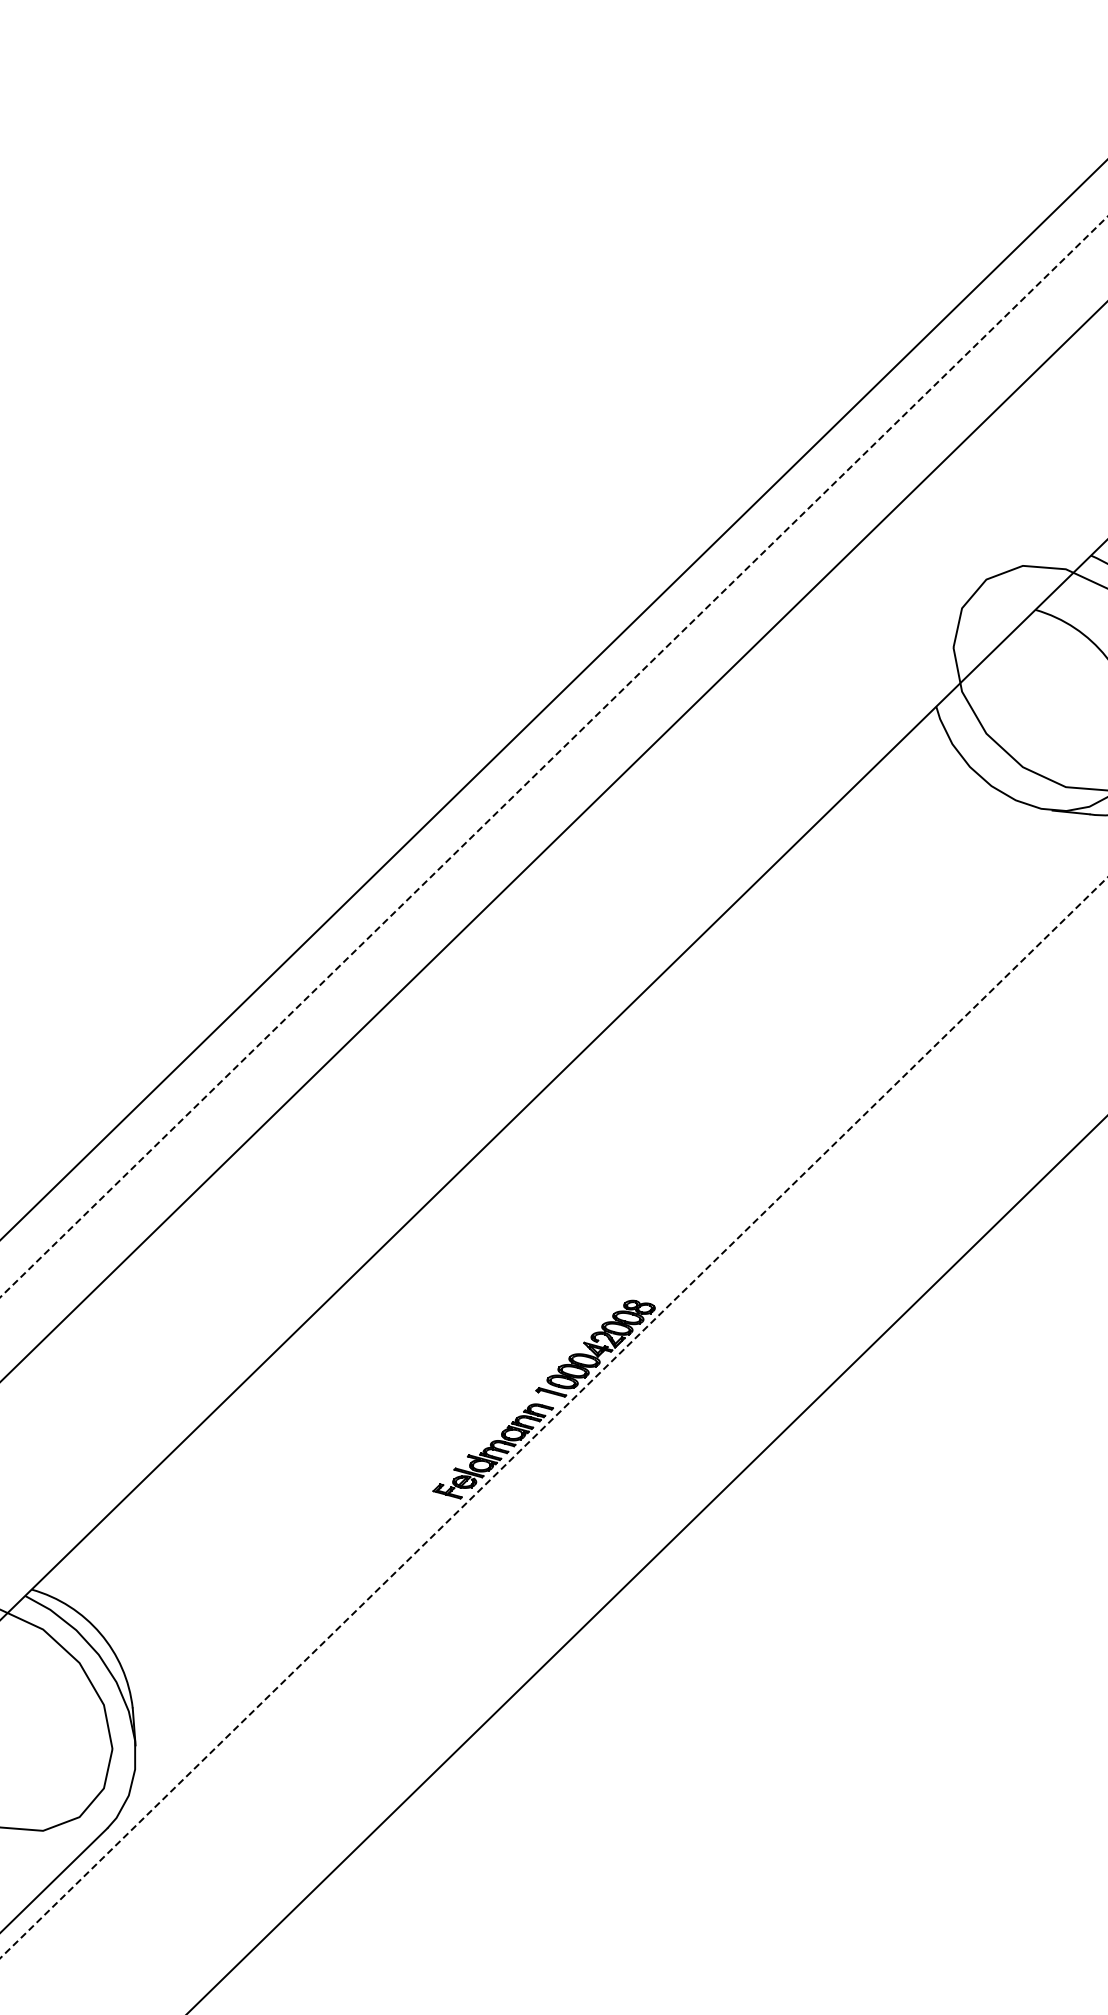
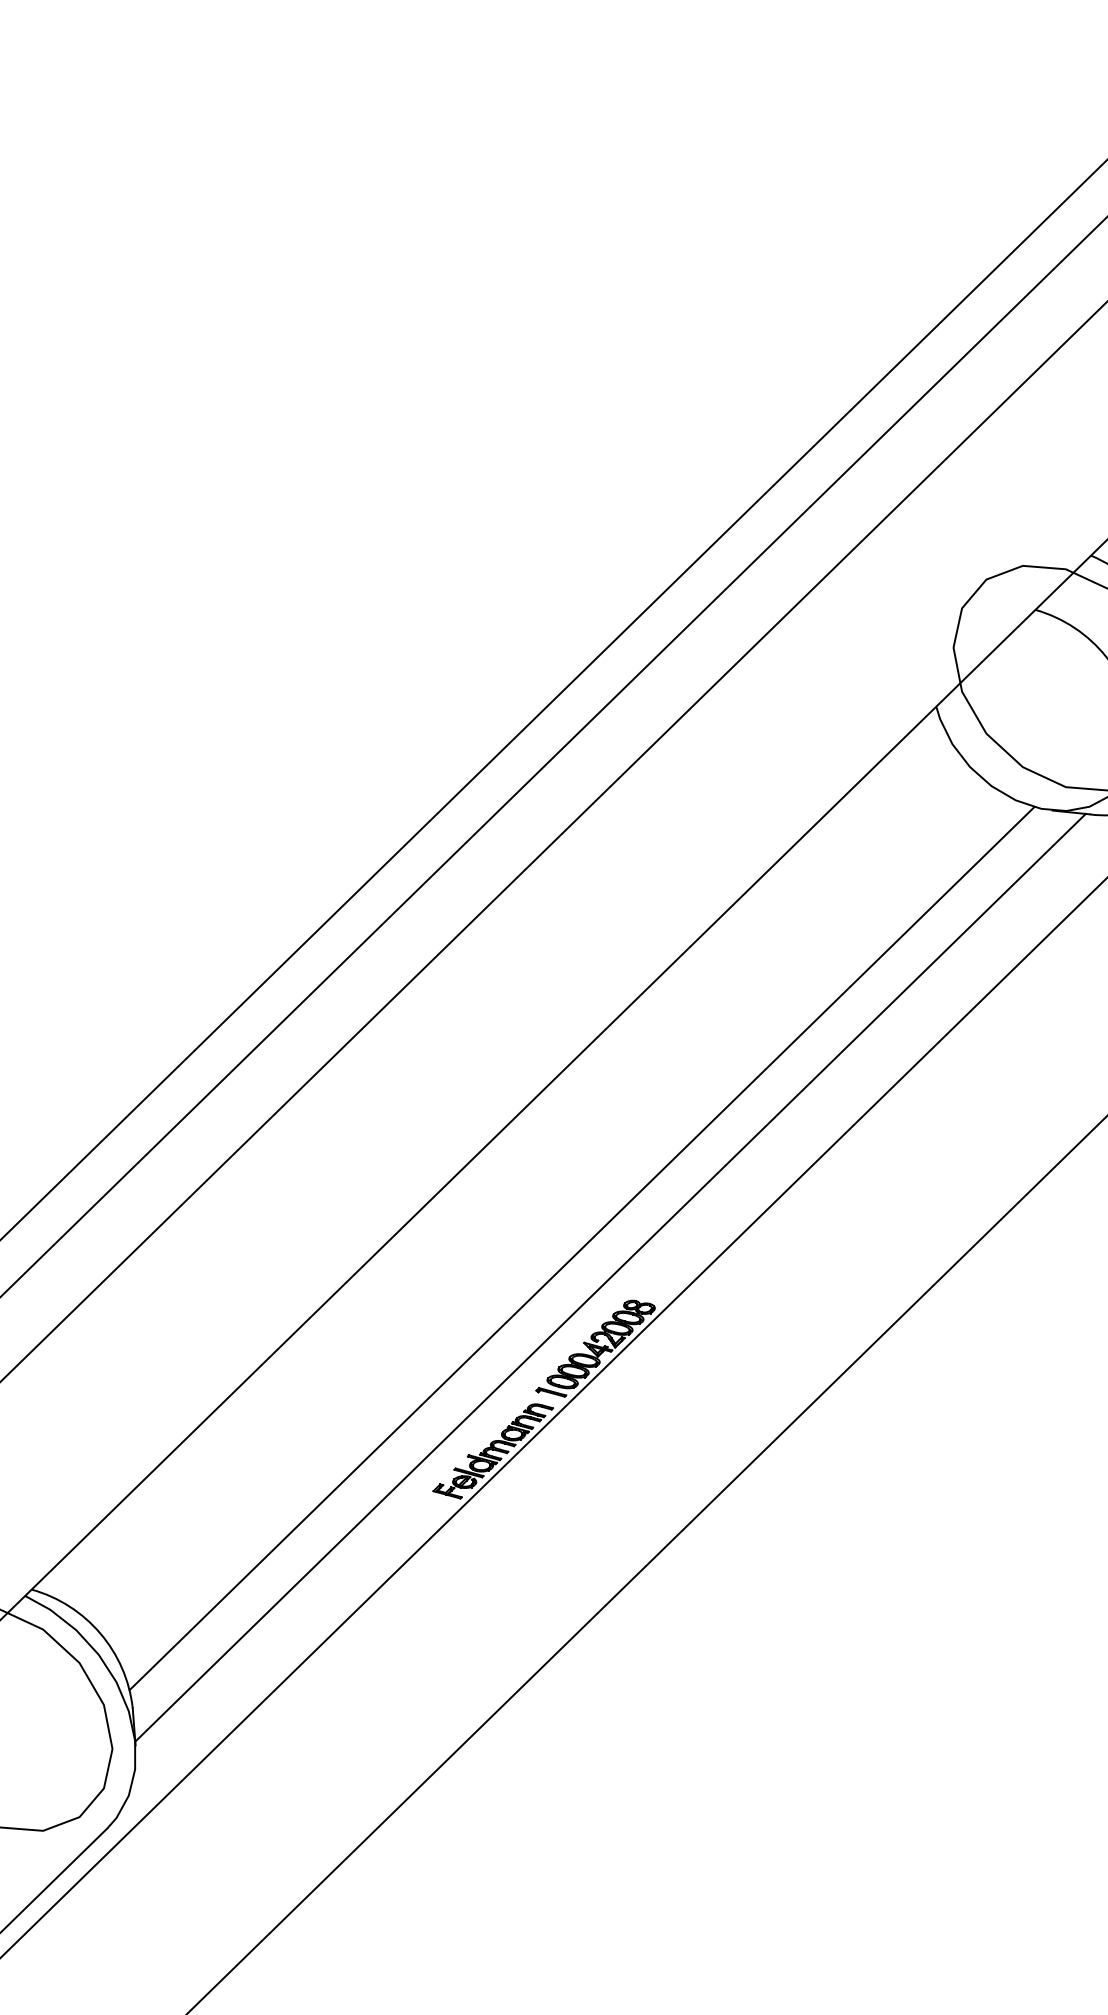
line at (554, 756): dashed -> solid
line at (581, 1248): none -> present
line at (610, 1277): none -> present
line at (553, 1417): dashed -> solid
